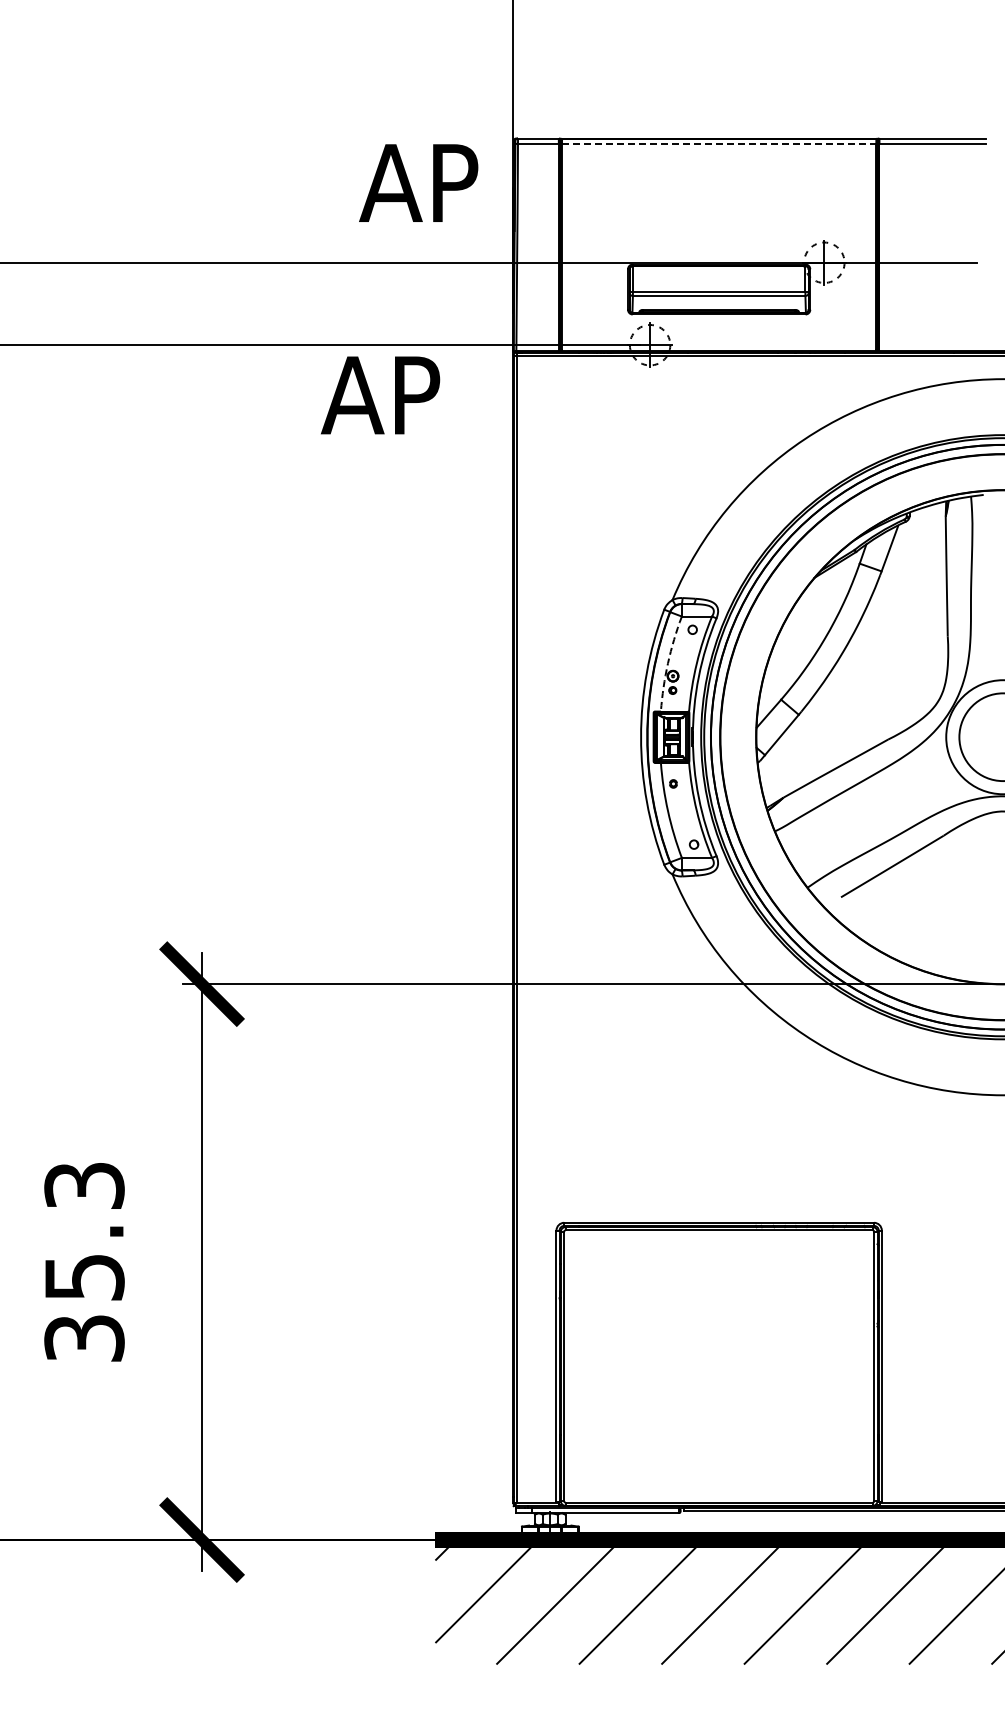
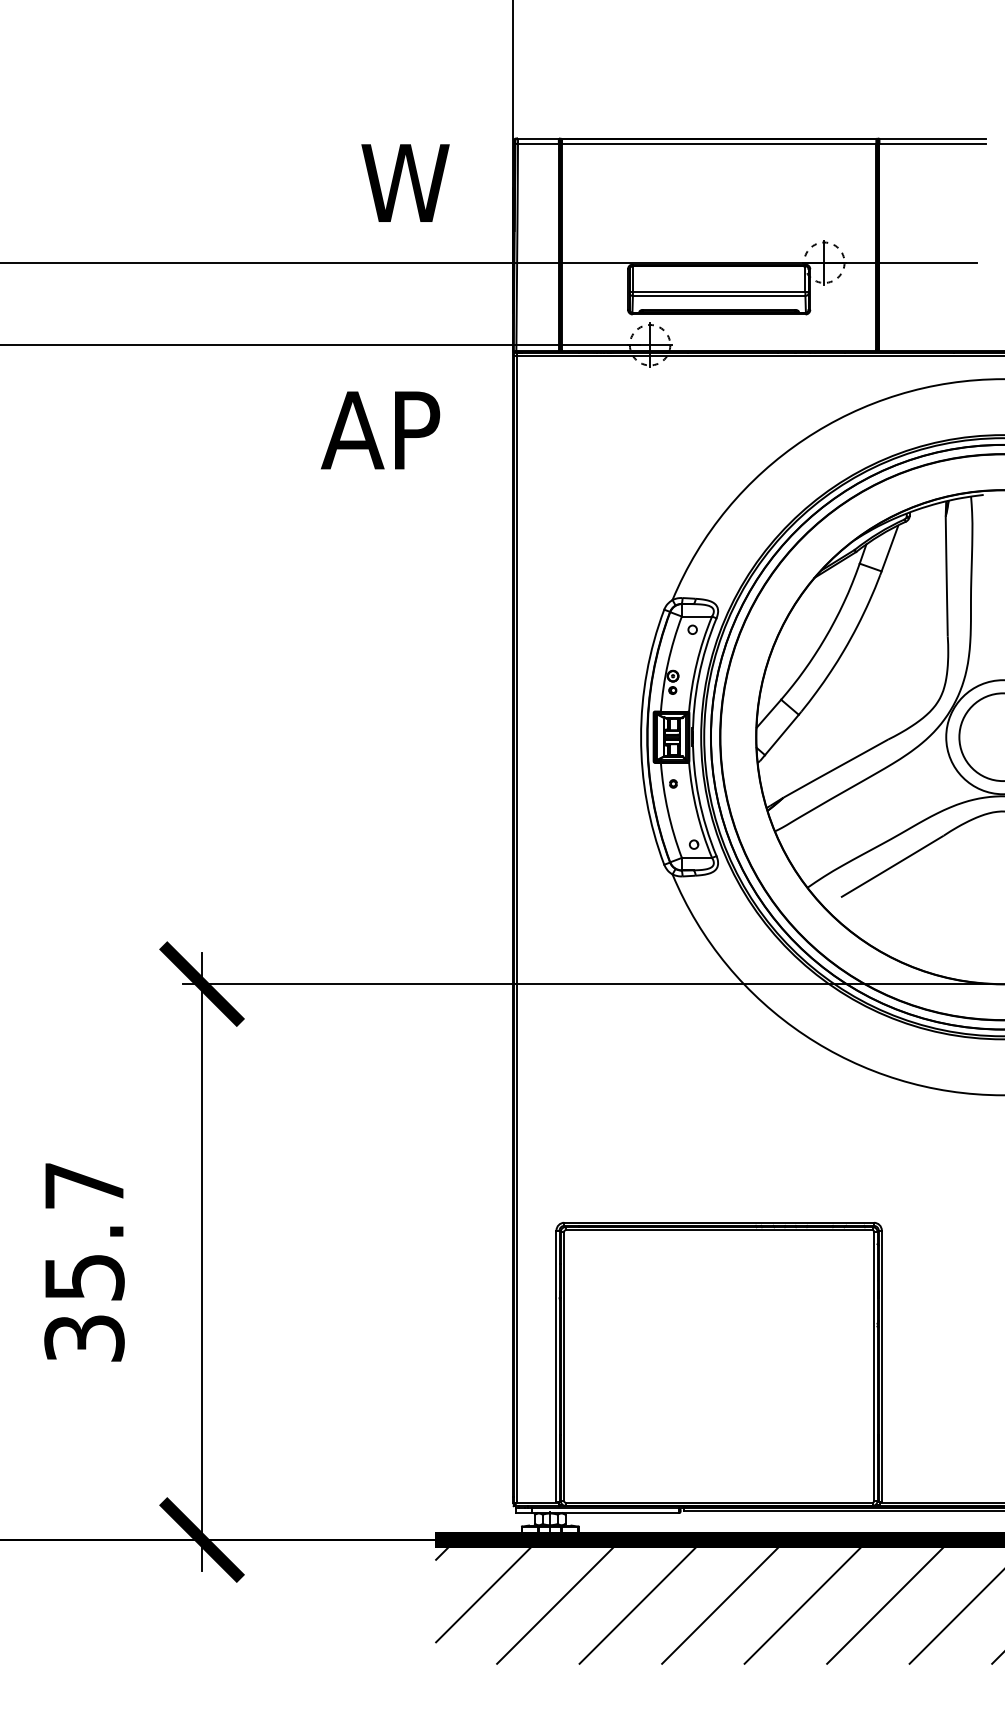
line at (719, 143): dashed -> solid
text at (418, 182): AP -> W
text at (380, 395) position: (380, 395) -> (380, 430)
arc at (668, 663): dashed -> solid
text at (84, 1185): 35.3 -> 35.7
